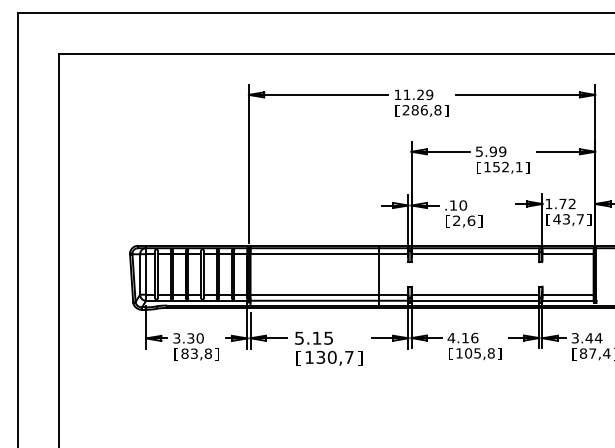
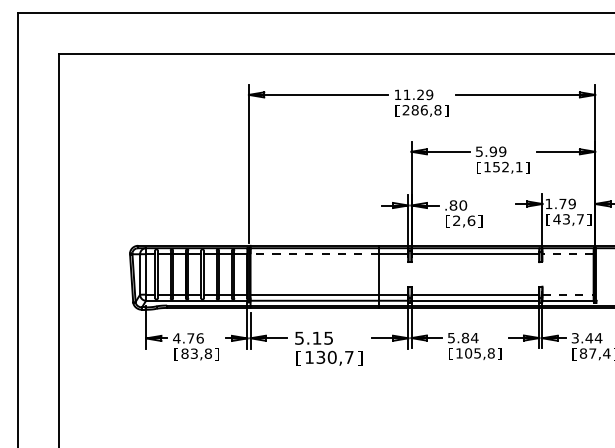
text at (571, 203): 1.72 -> 1.79
text at (453, 205): .10 -> .80
line at (314, 254): solid -> dashed
line at (568, 254): solid -> dashed
line at (568, 294): solid -> dashed
text at (462, 337): 4.16 -> 5.84
text at (188, 338): 3.30 -> 4.76
